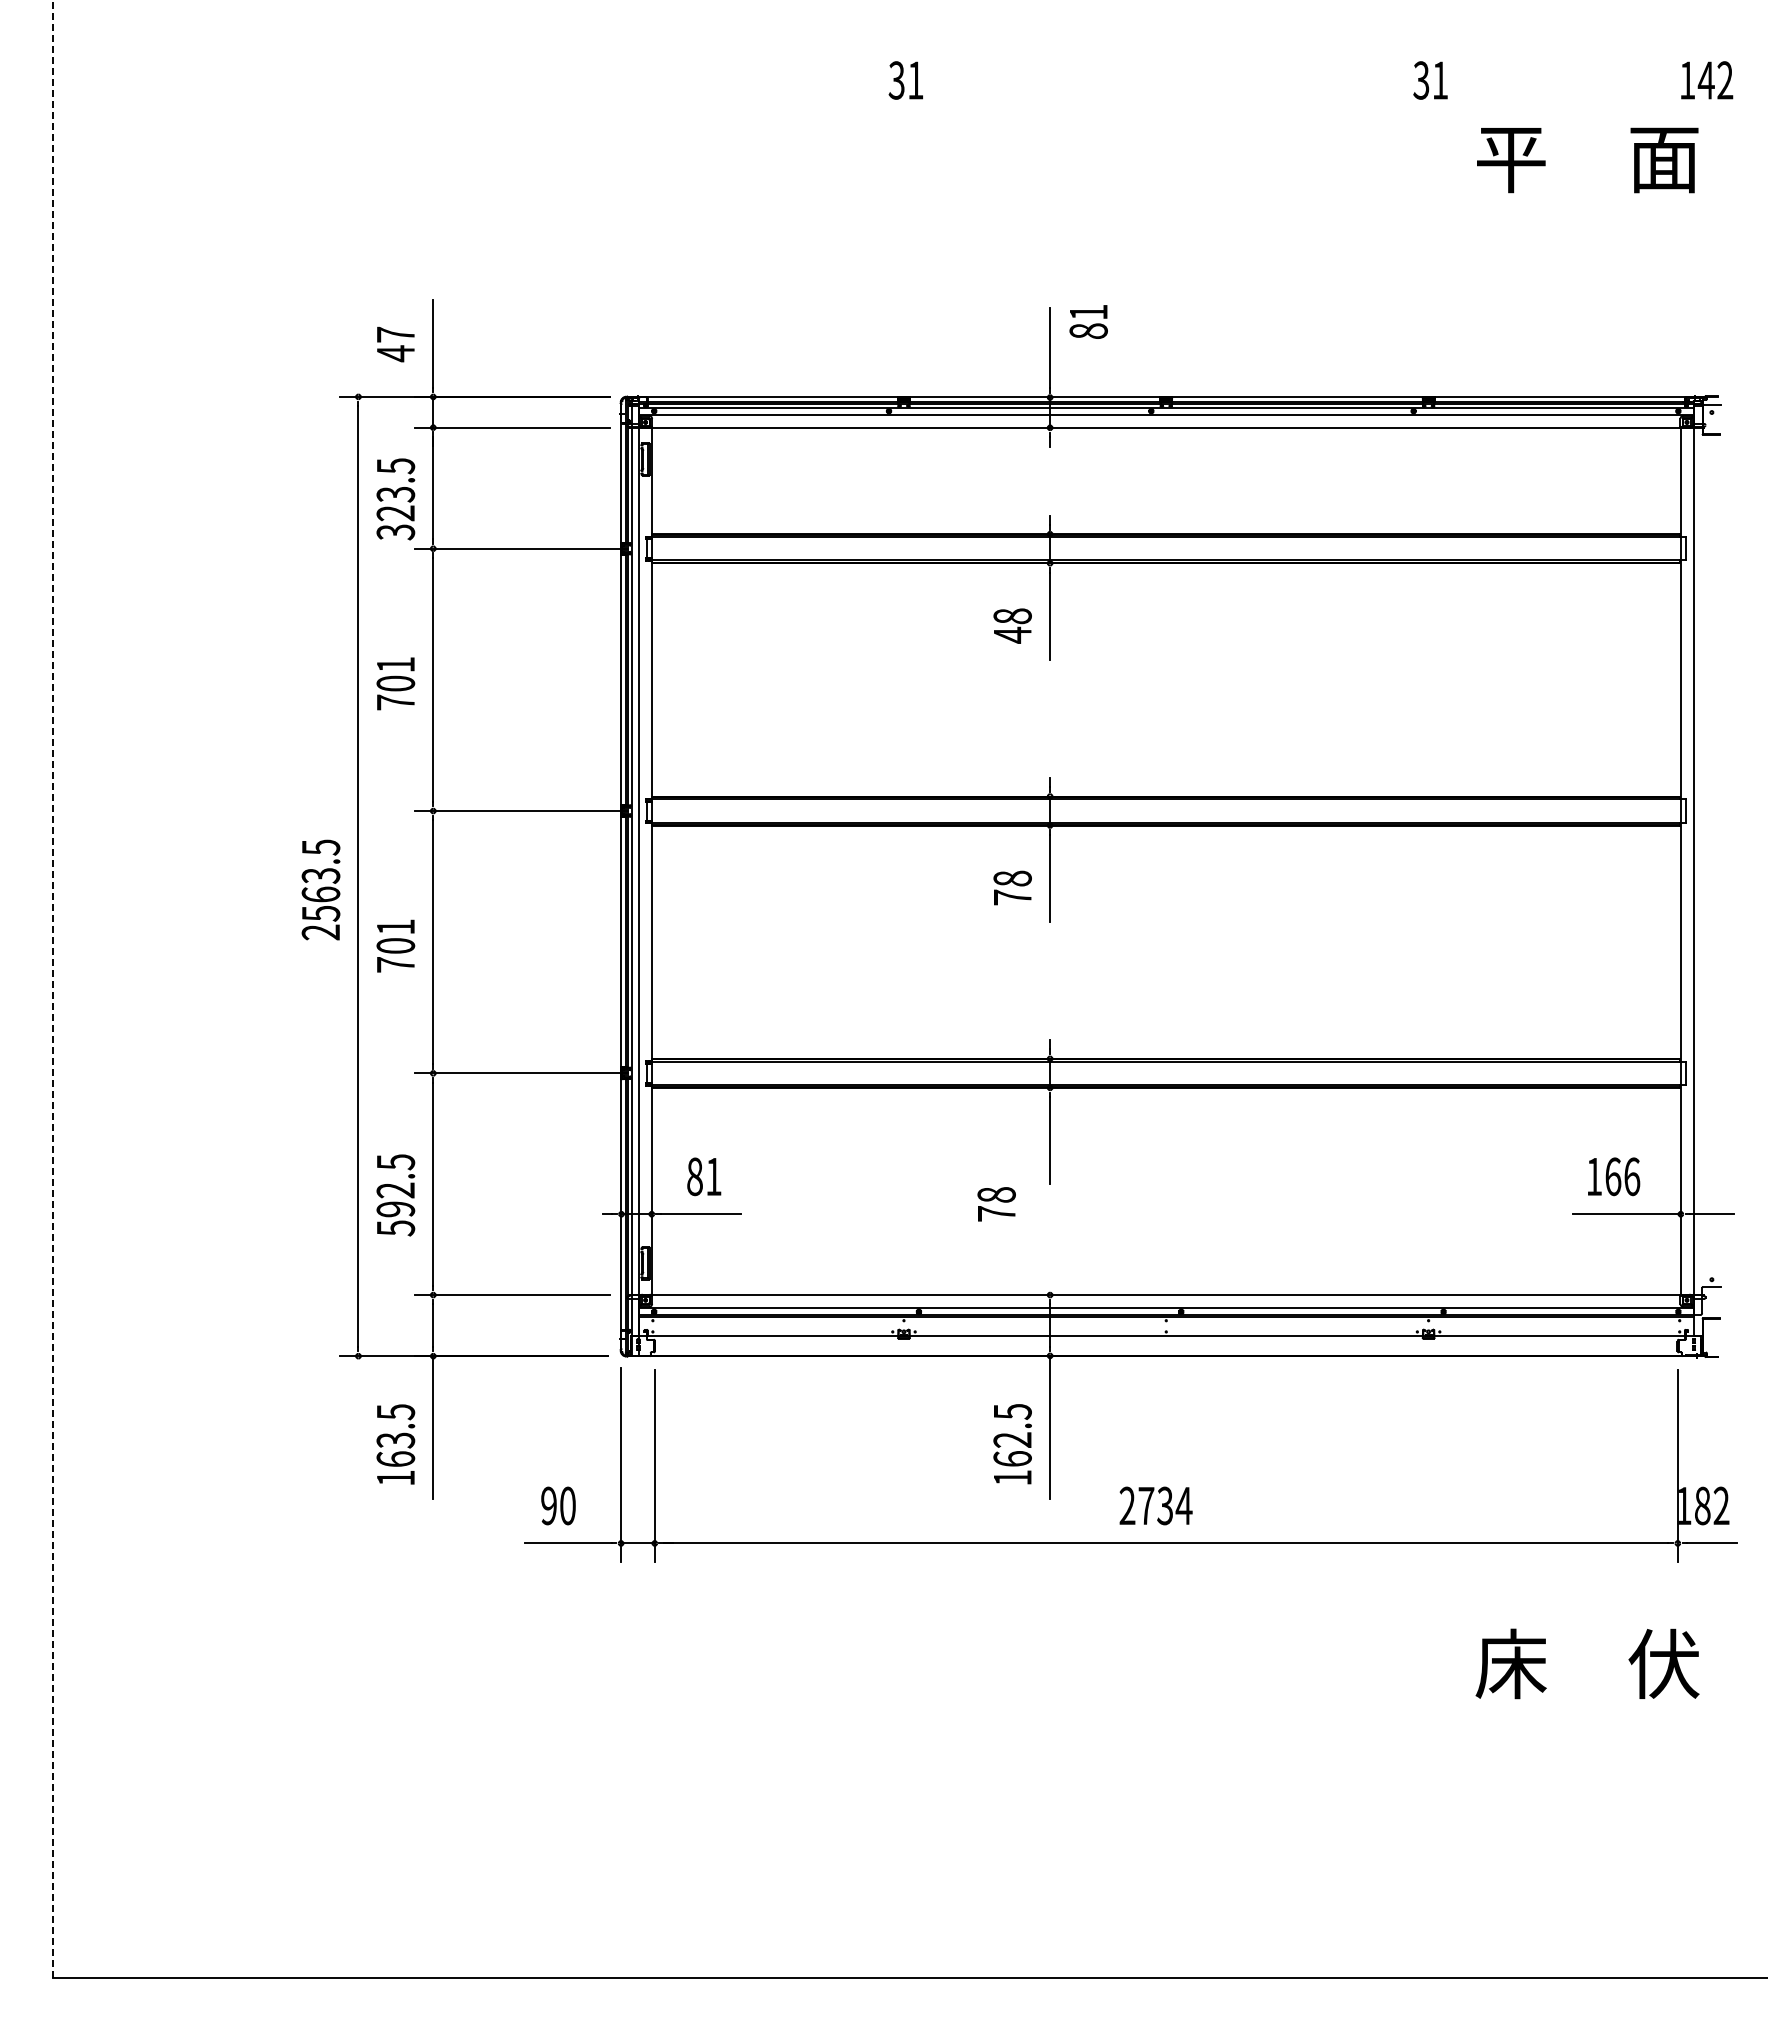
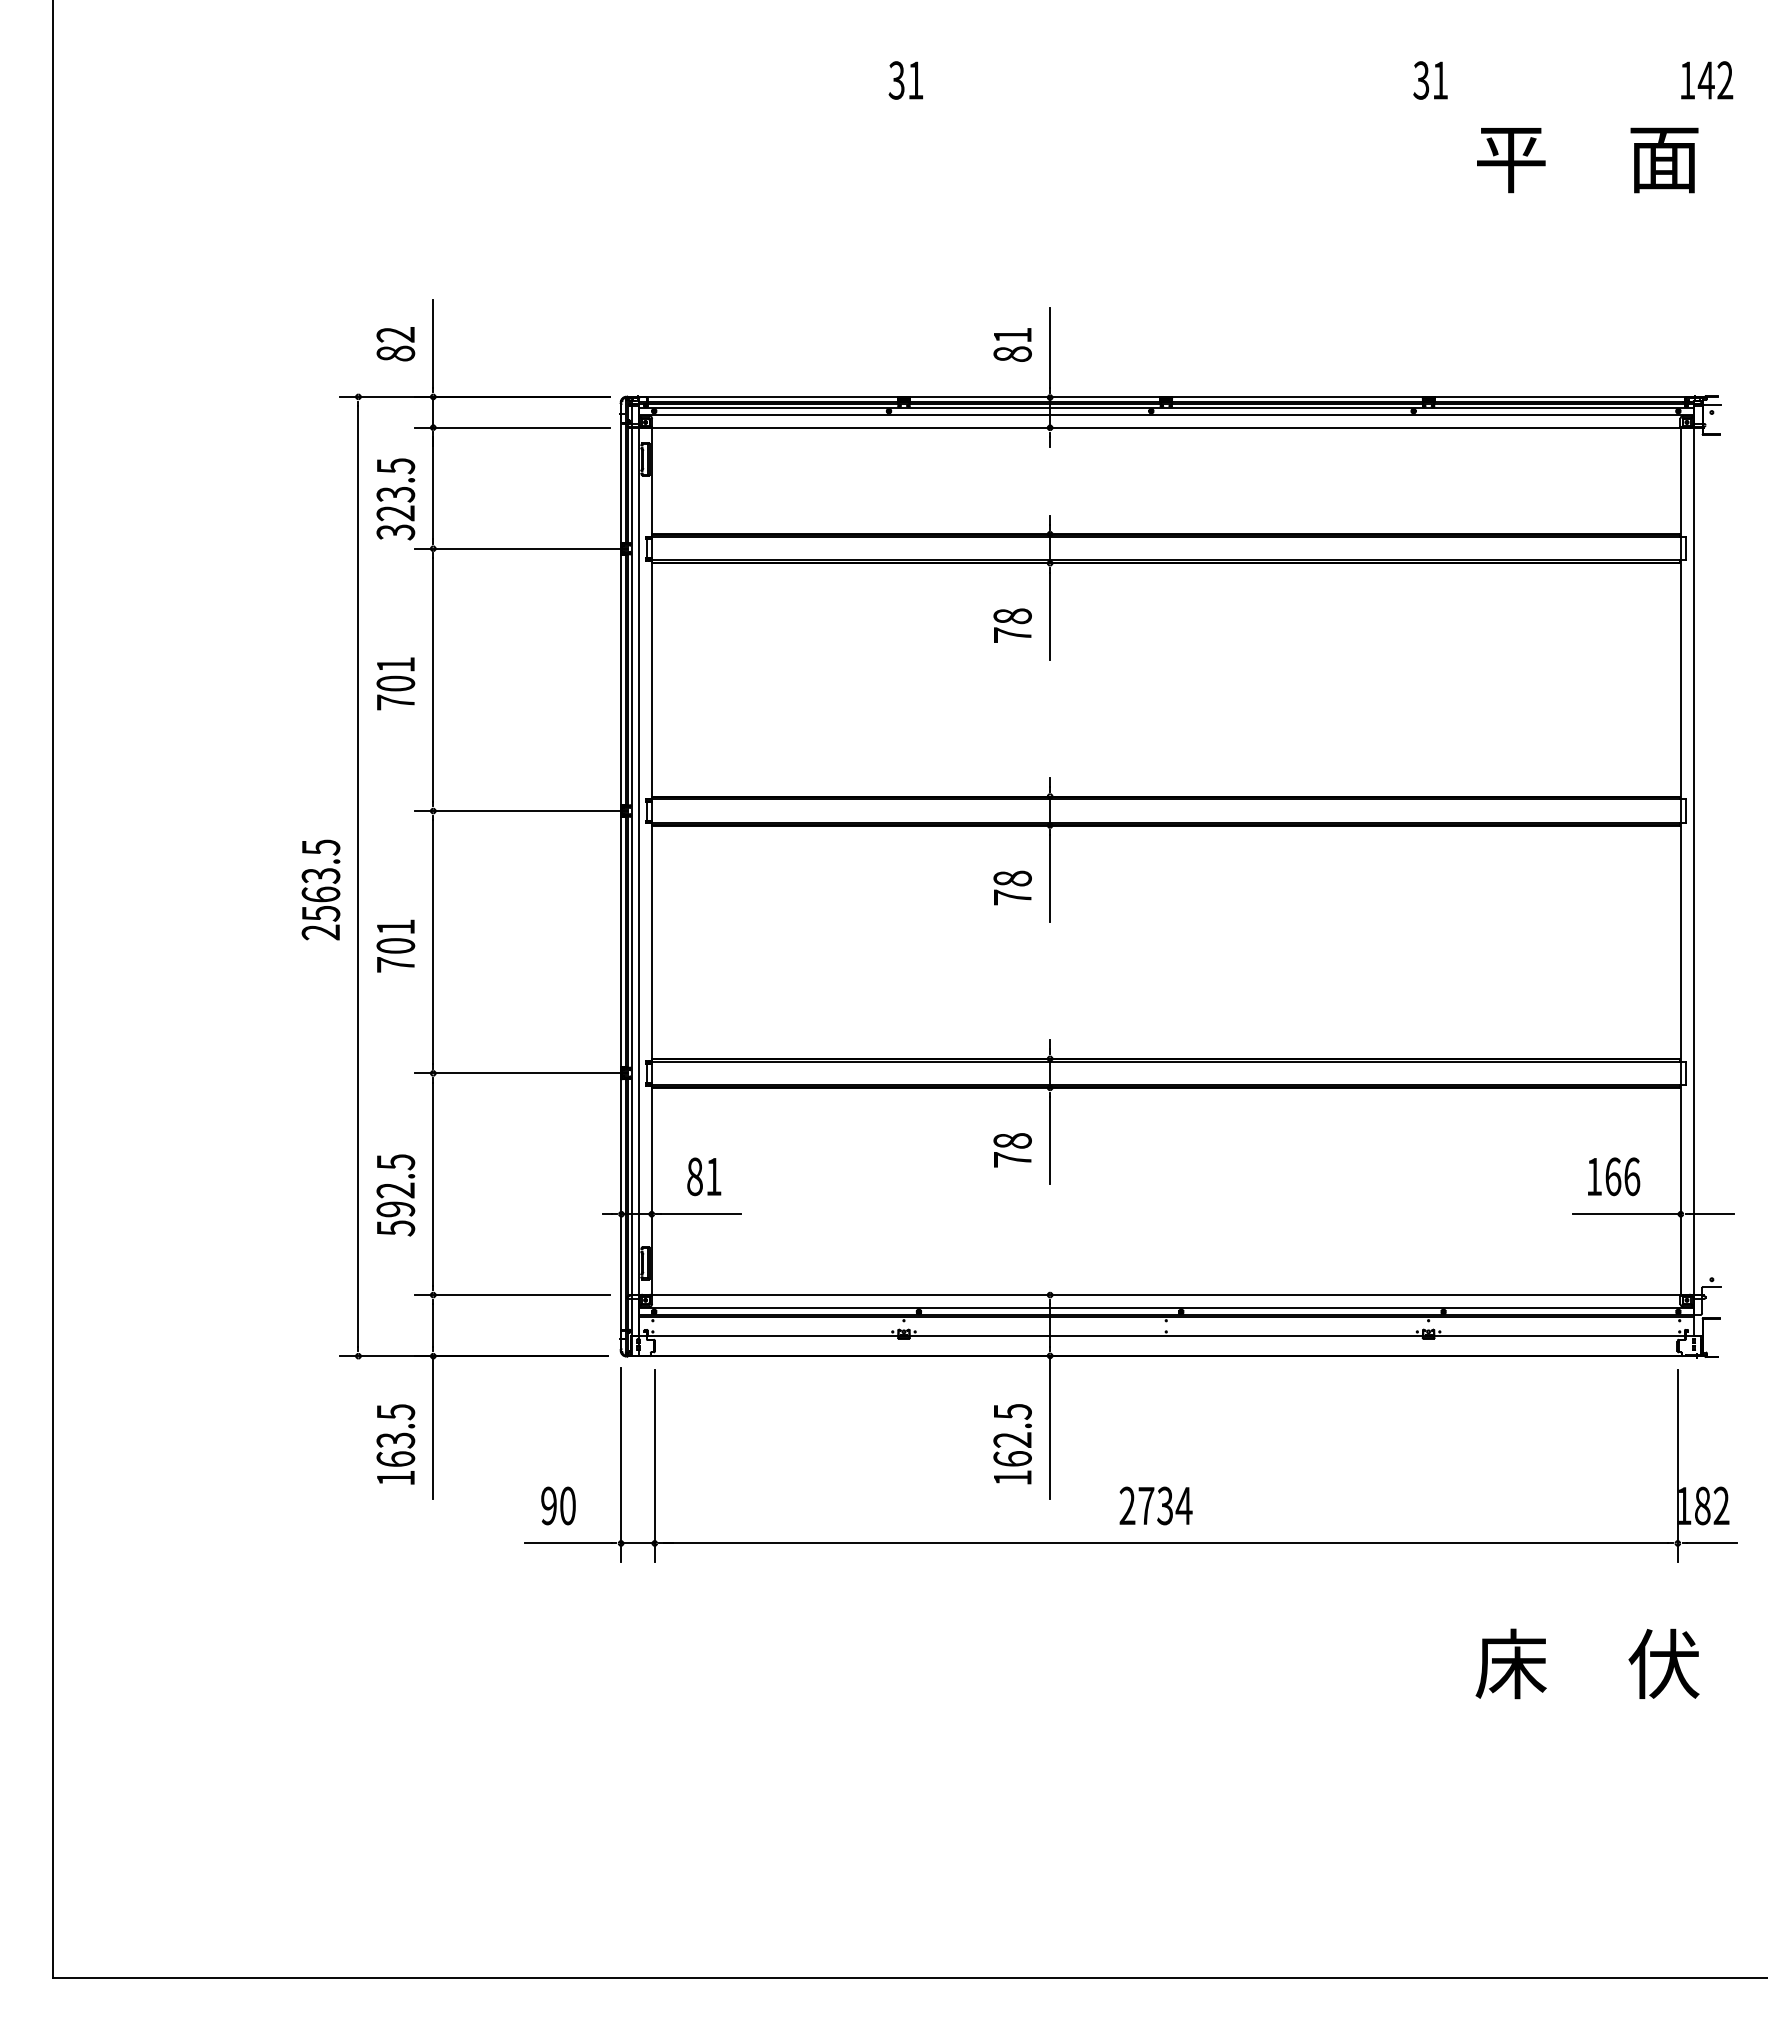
text at (1088, 321) position: (1088, 321) -> (1012, 344)
text at (395, 344): 47 -> 82
text at (1012, 634): 48 -> 78
line at (52, 988): dashed -> solid
text at (996, 1204) position: (996, 1204) -> (1012, 1150)
